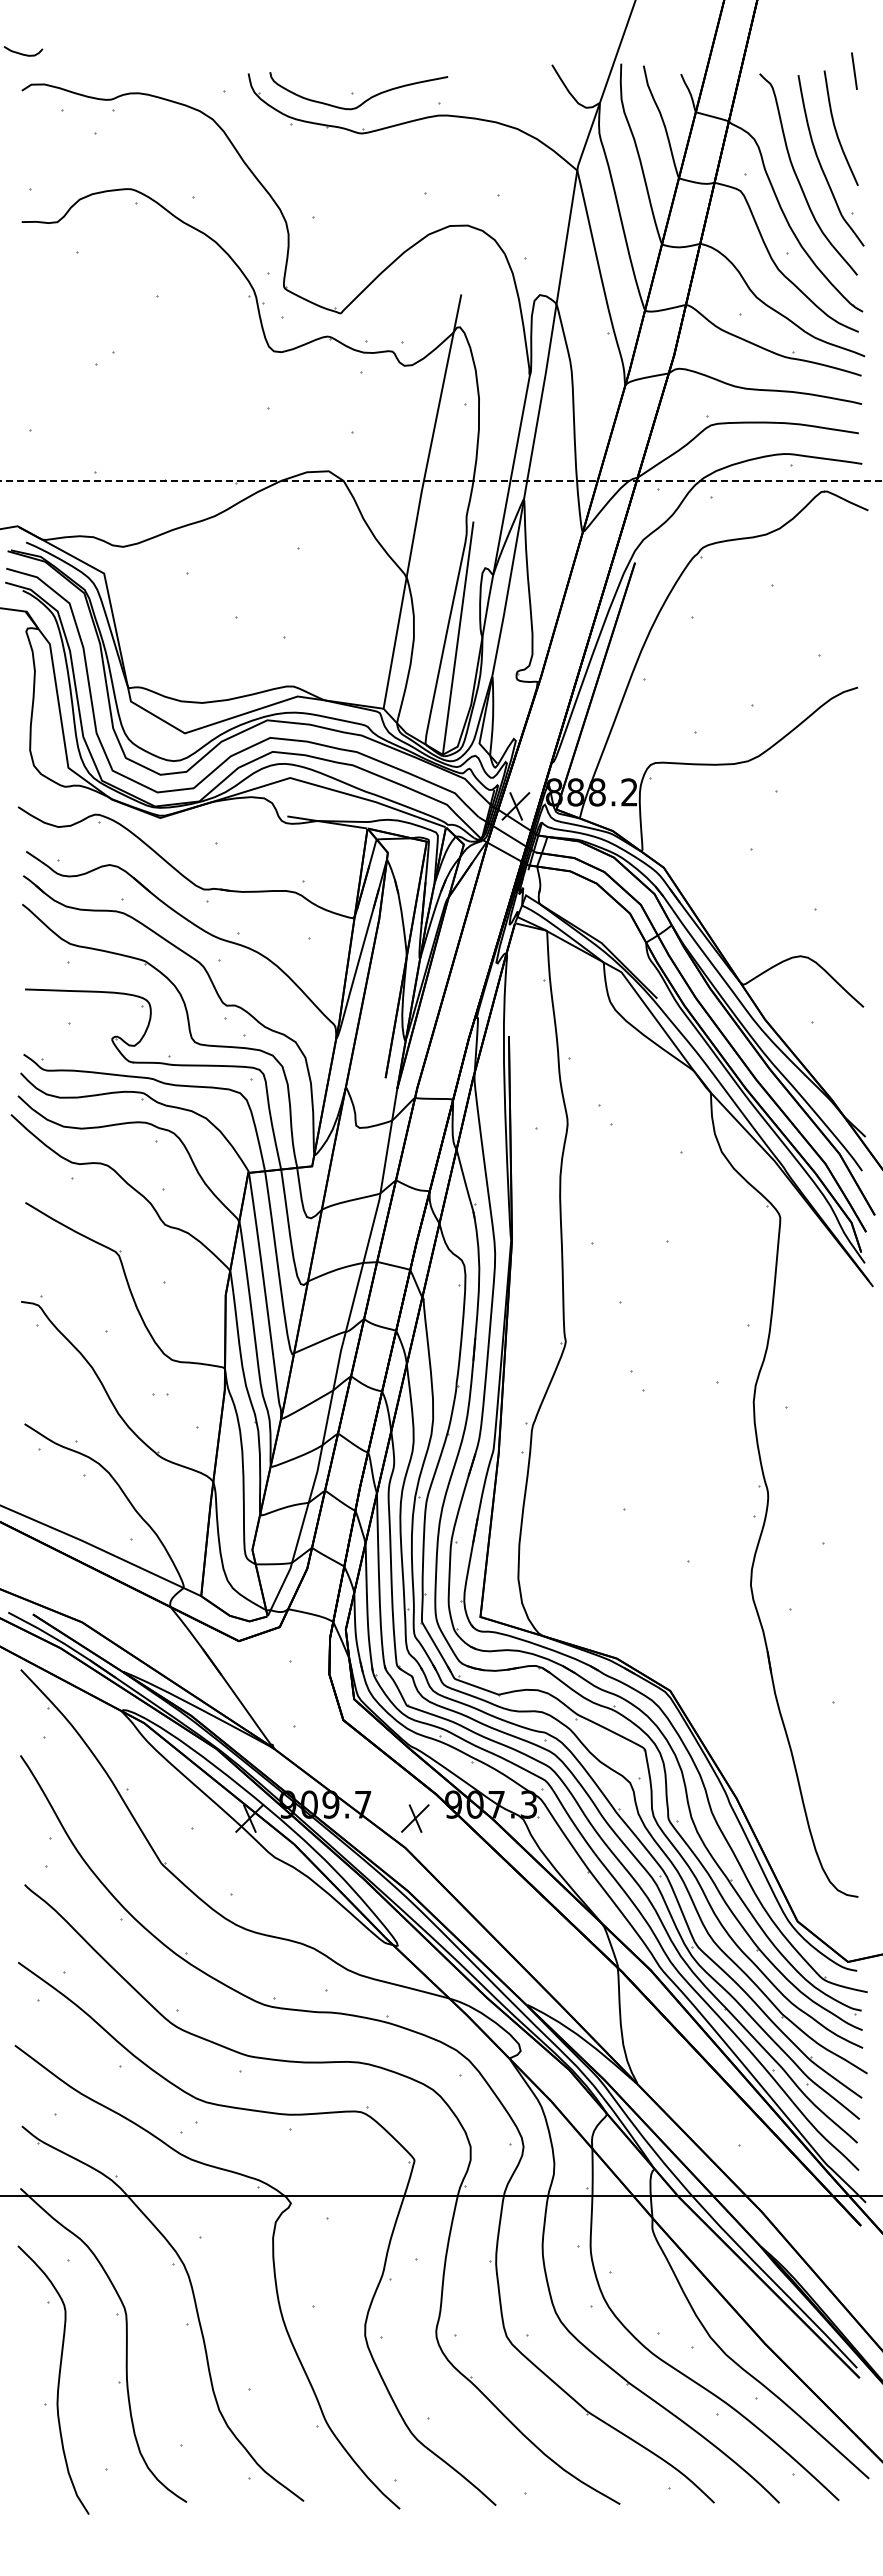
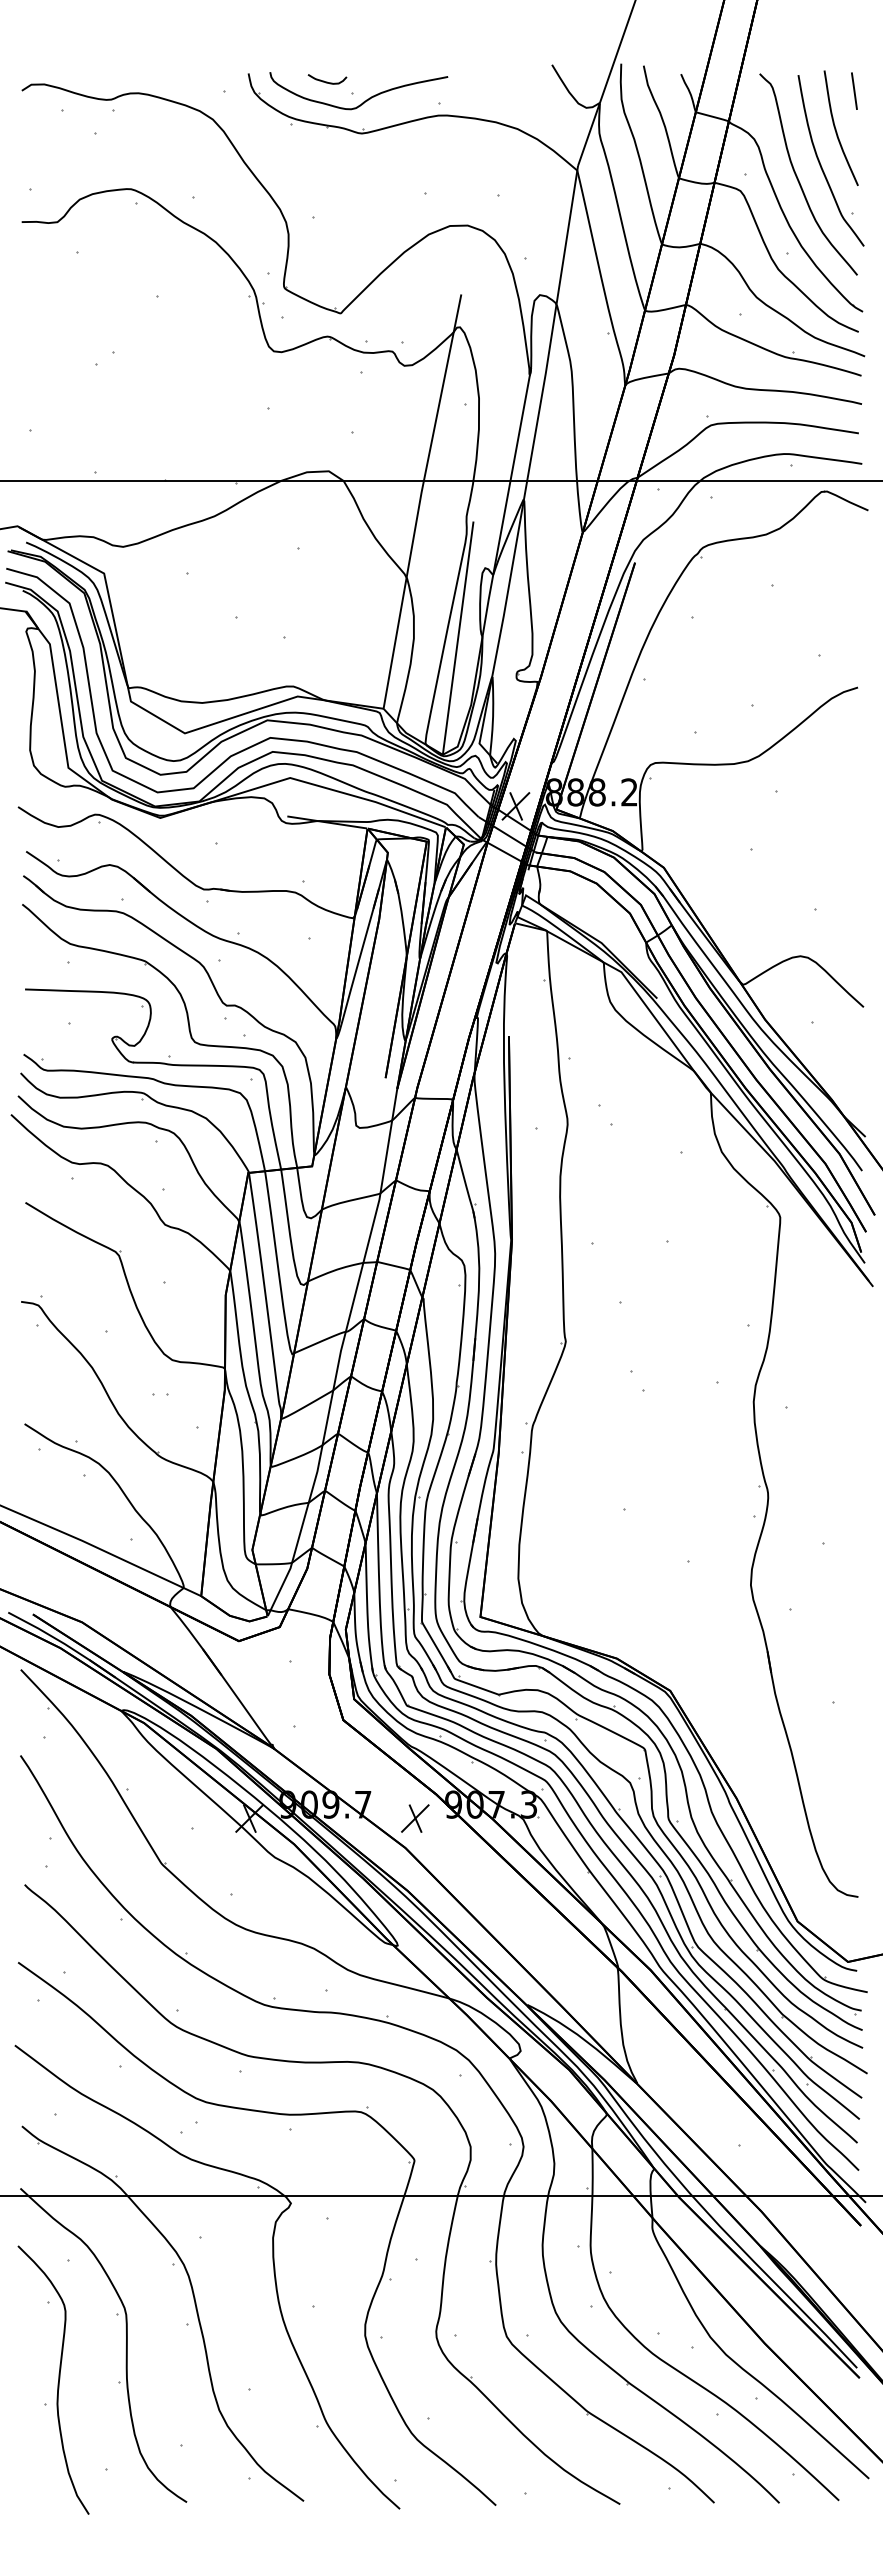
curve at (23, 53) position: (23, 53) -> (327, 81)
line at (854, 70) position: (854, 70) -> (854, 90)
line at (441, 481): dashed -> solid
